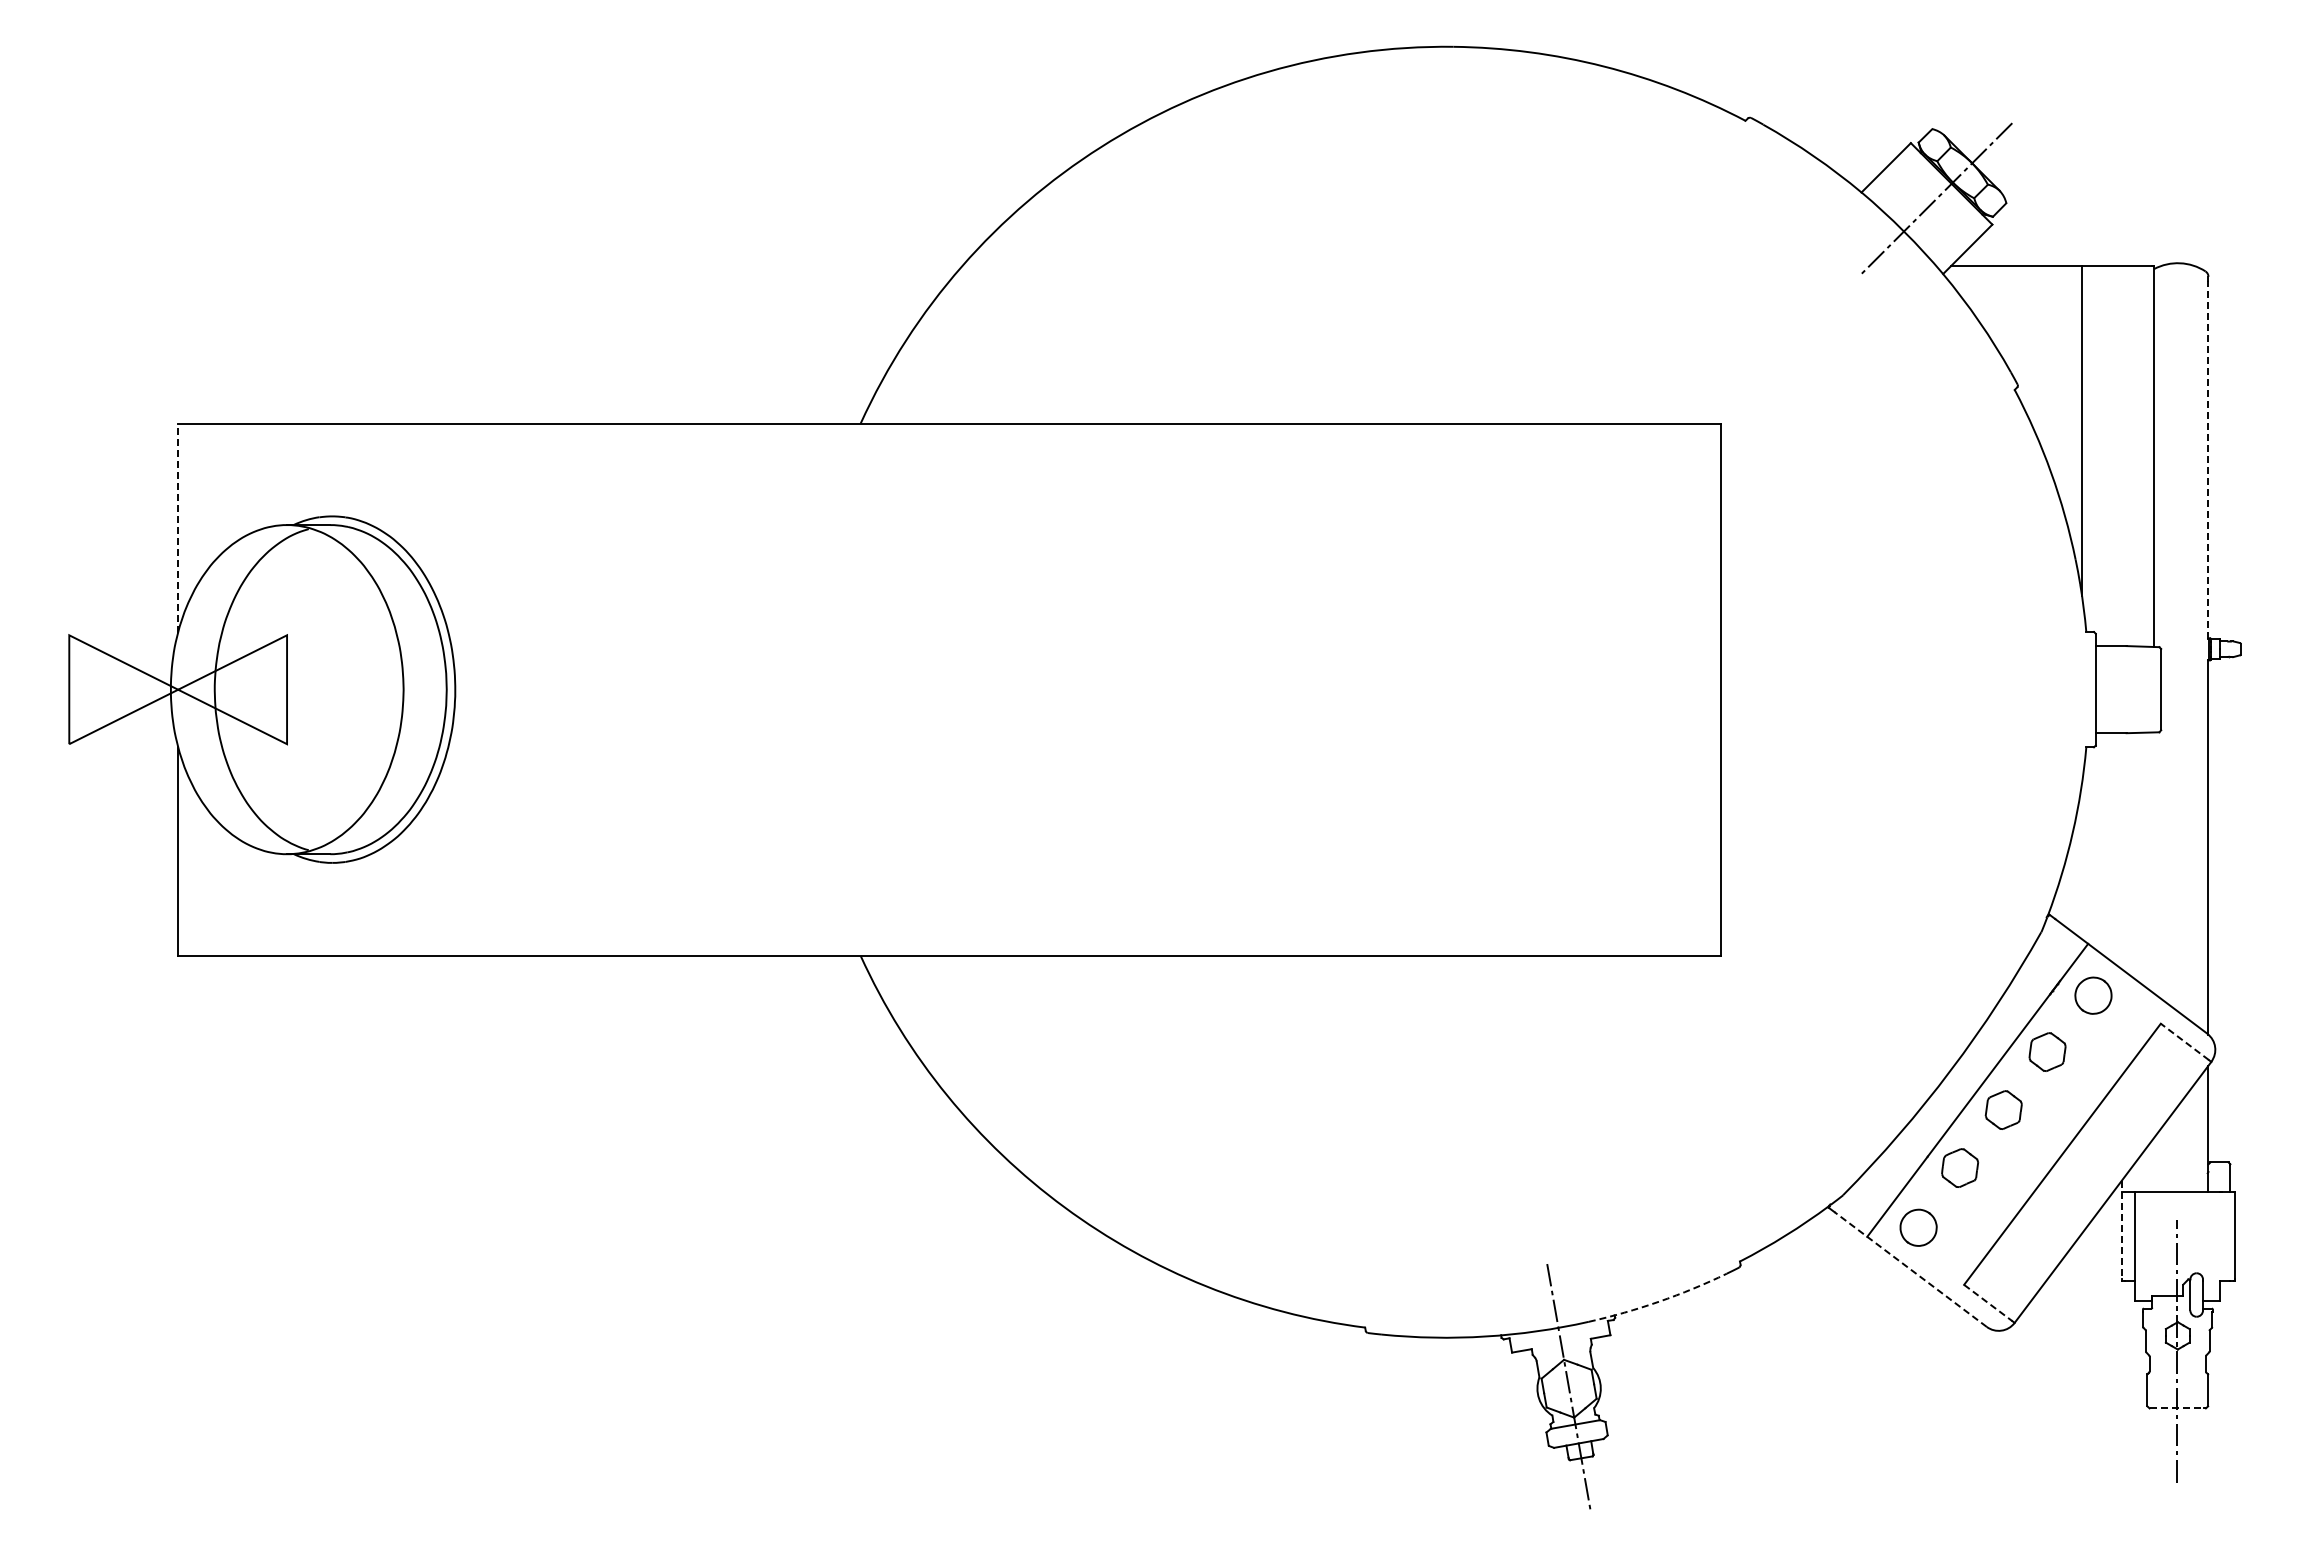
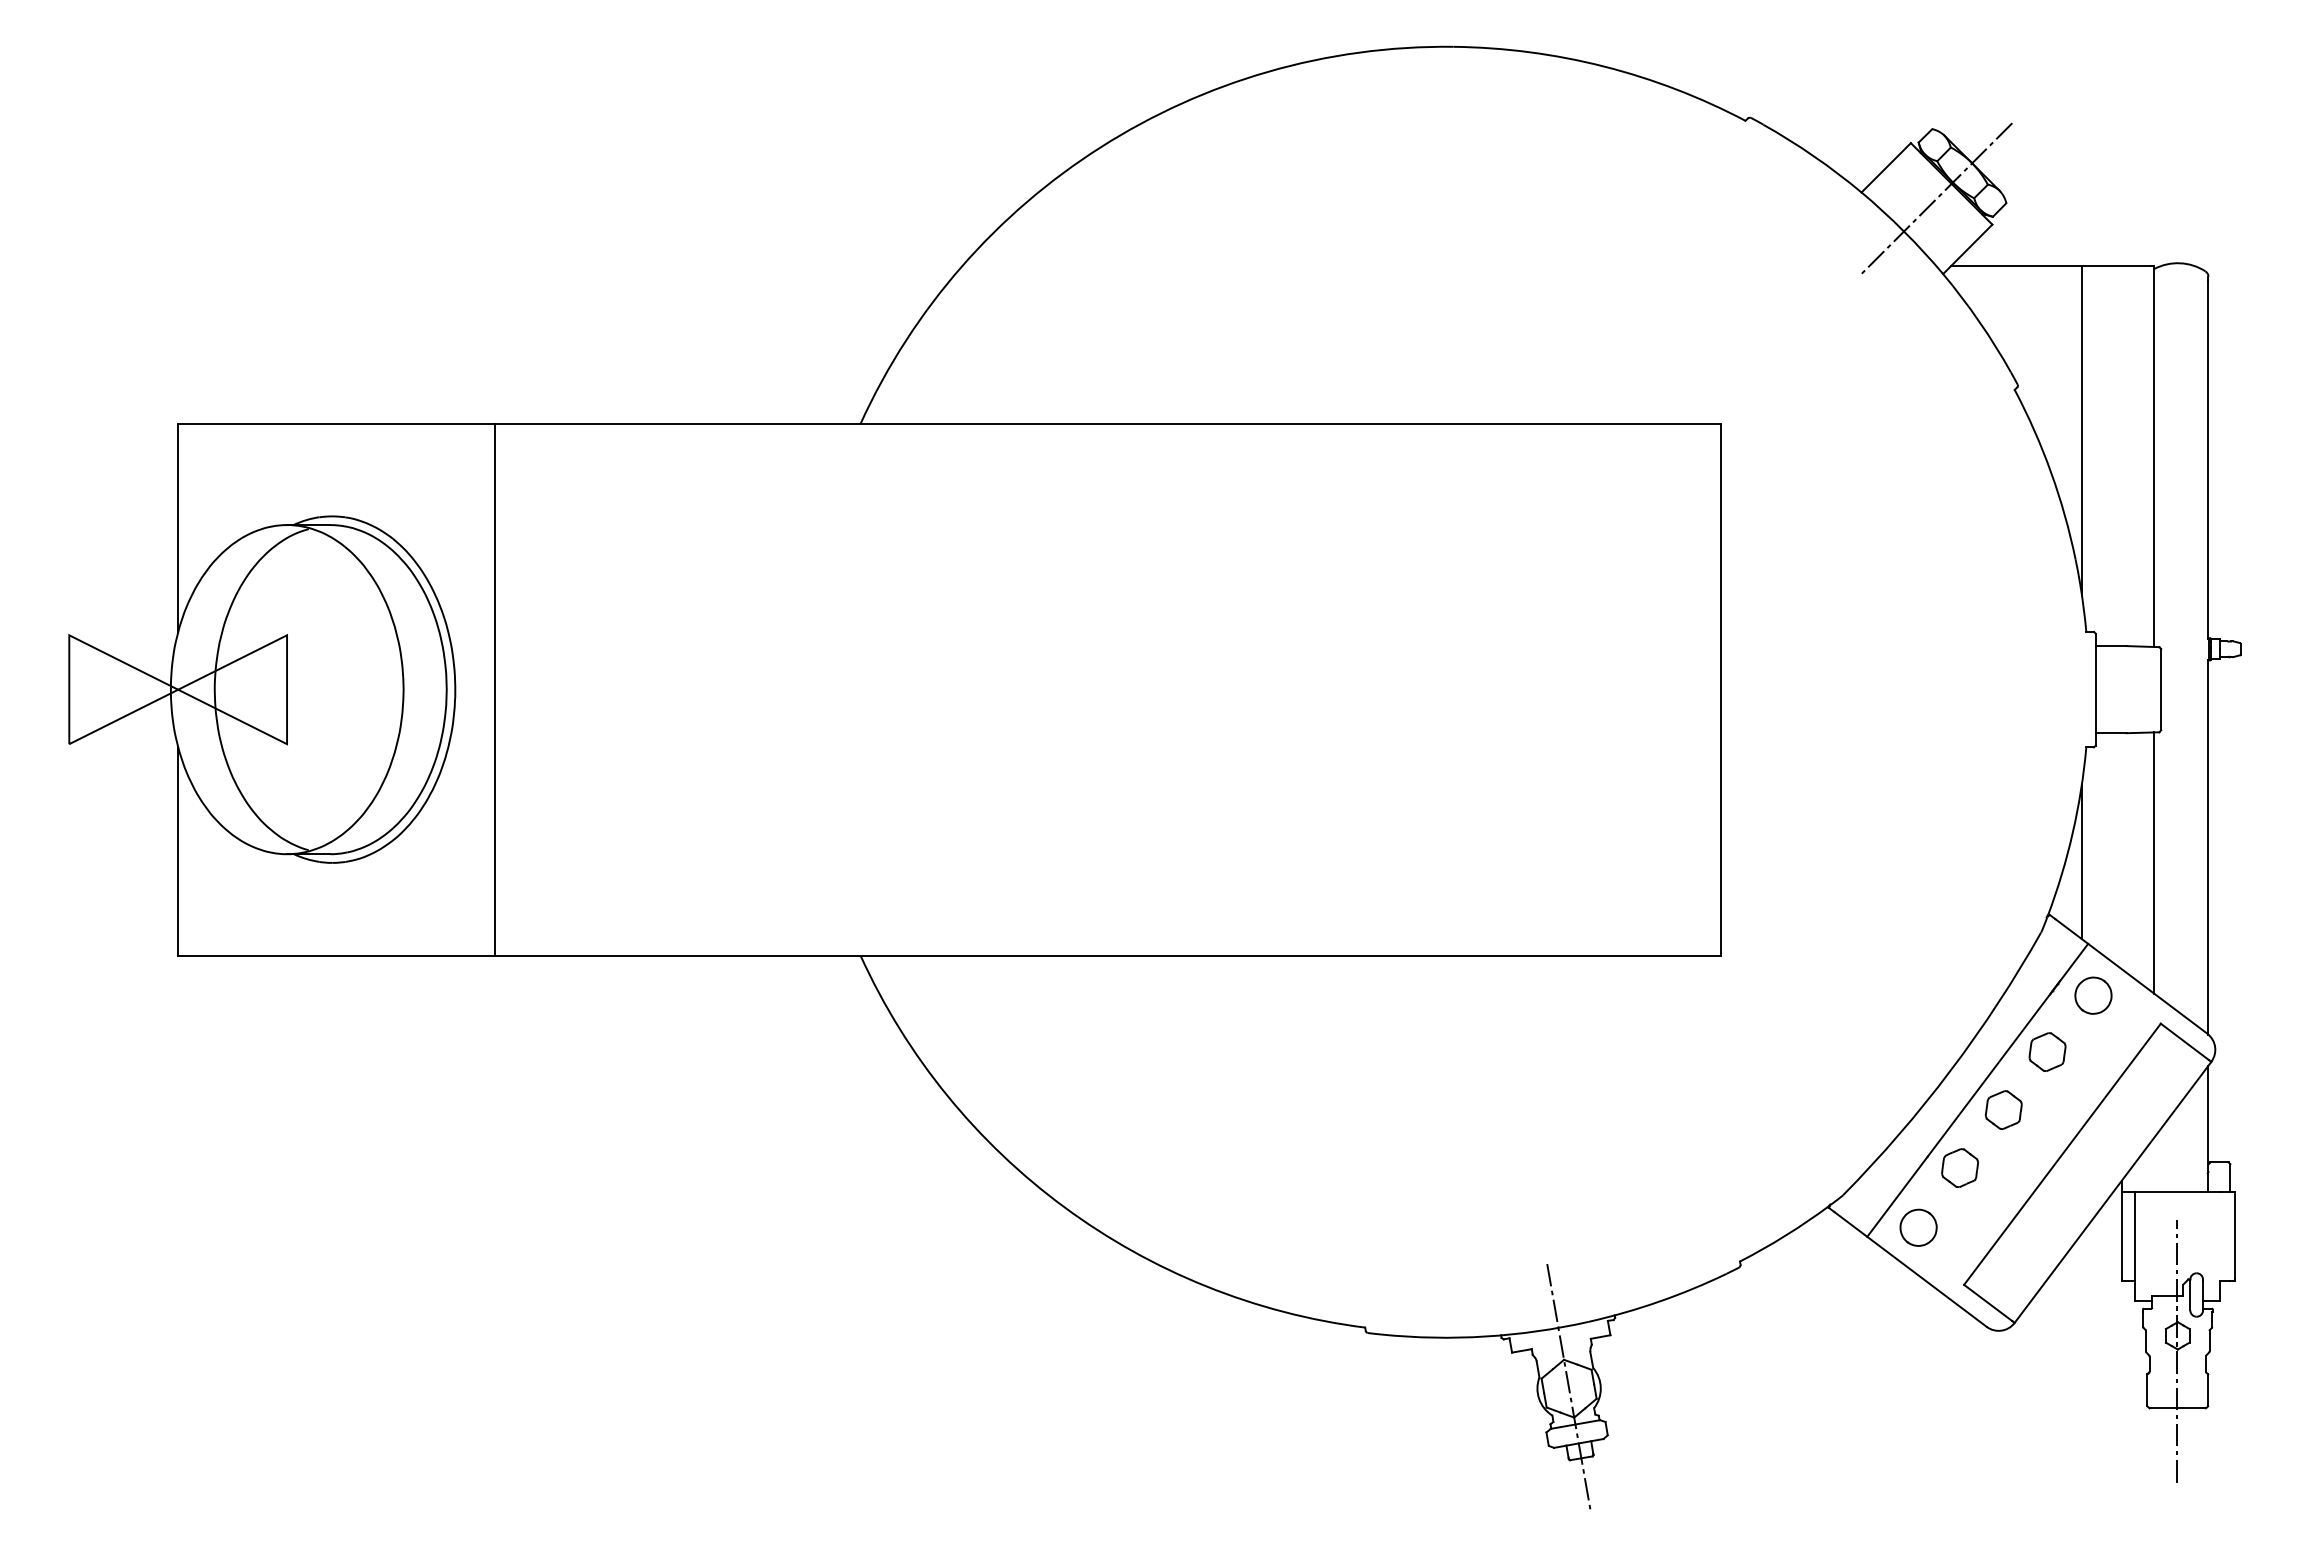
line at (2208, 459): dashed -> solid
line at (178, 528): dashed -> solid
line at (494, 689): none -> present
line at (2082, 861): none -> present
line at (2154, 862): none -> present
line at (2184, 1041): dashed -> solid
line at (2121, 1230): dashed -> solid
line at (1910, 1269): dashed -> solid
arc at (1659, 1301): dashed -> solid
line at (1988, 1303): dashed -> solid
line at (2177, 1408): dashed -> solid
